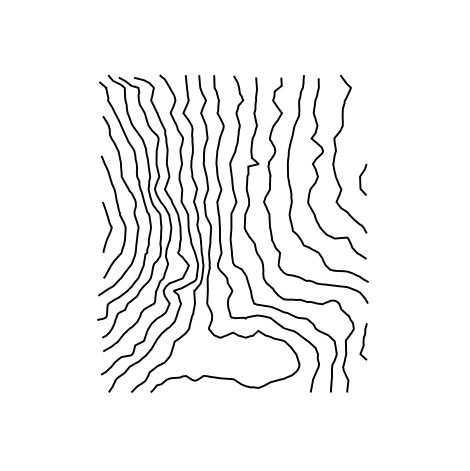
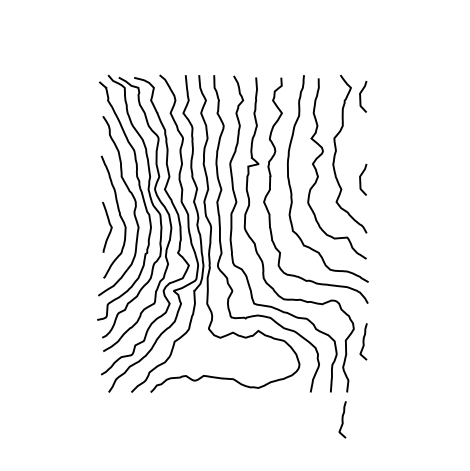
curve at (361, 97): none -> present
curve at (342, 419): none -> present
